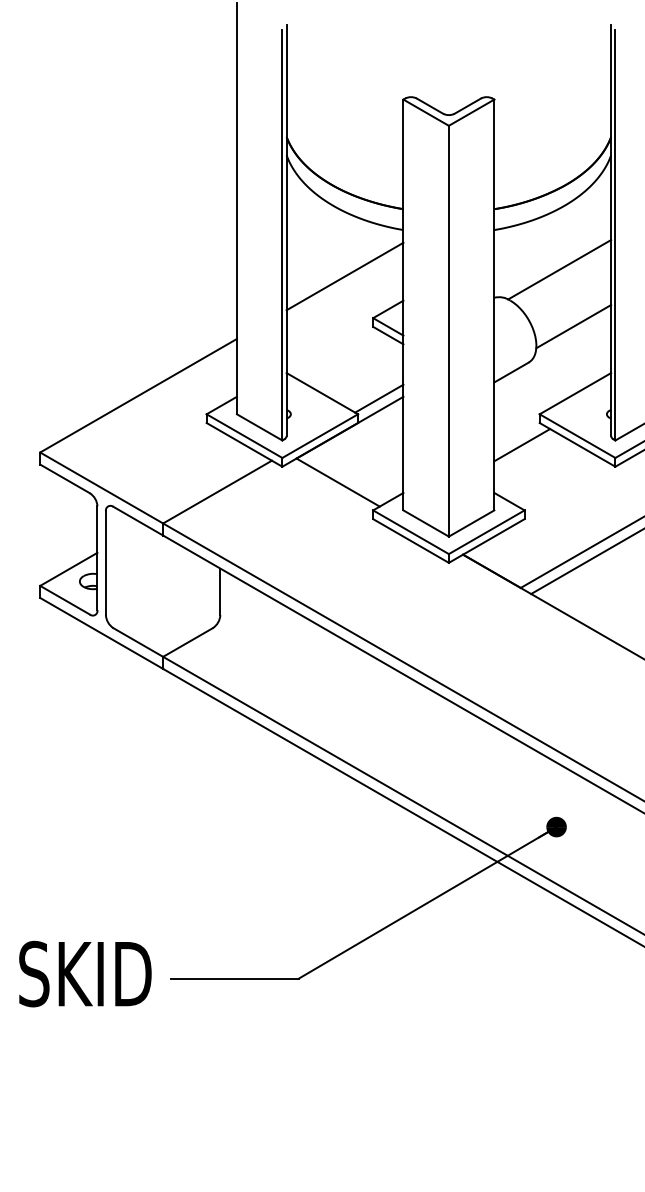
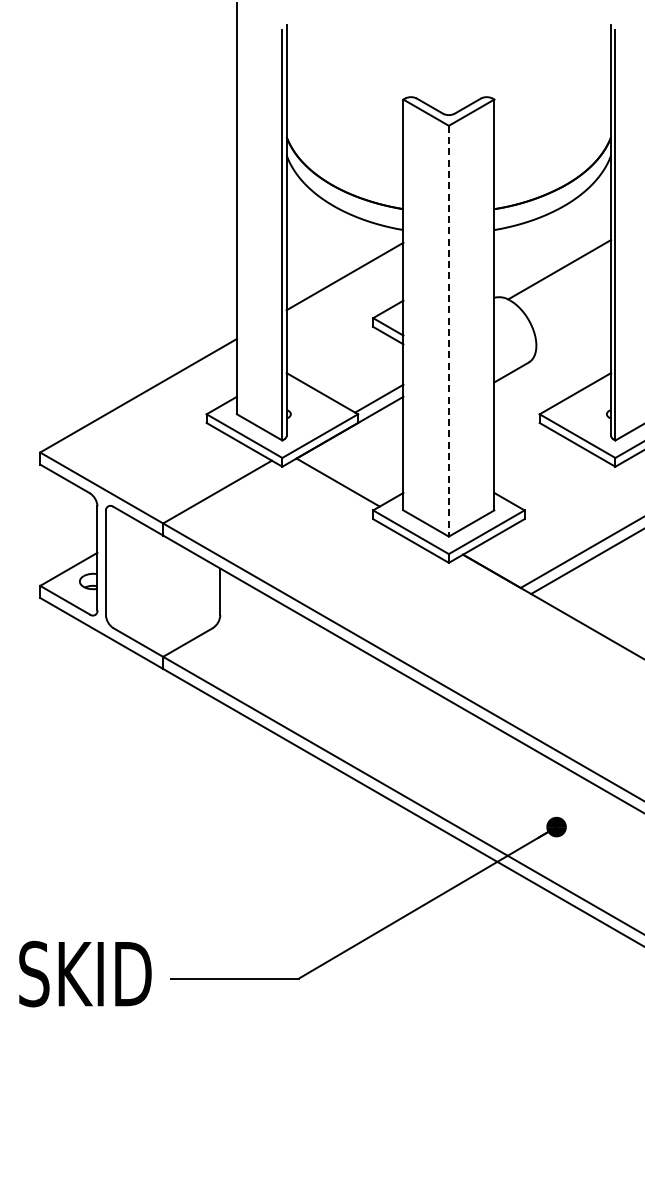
line at (573, 326): present -> none
line at (448, 331): solid -> dashed
line at (522, 445): present -> none
